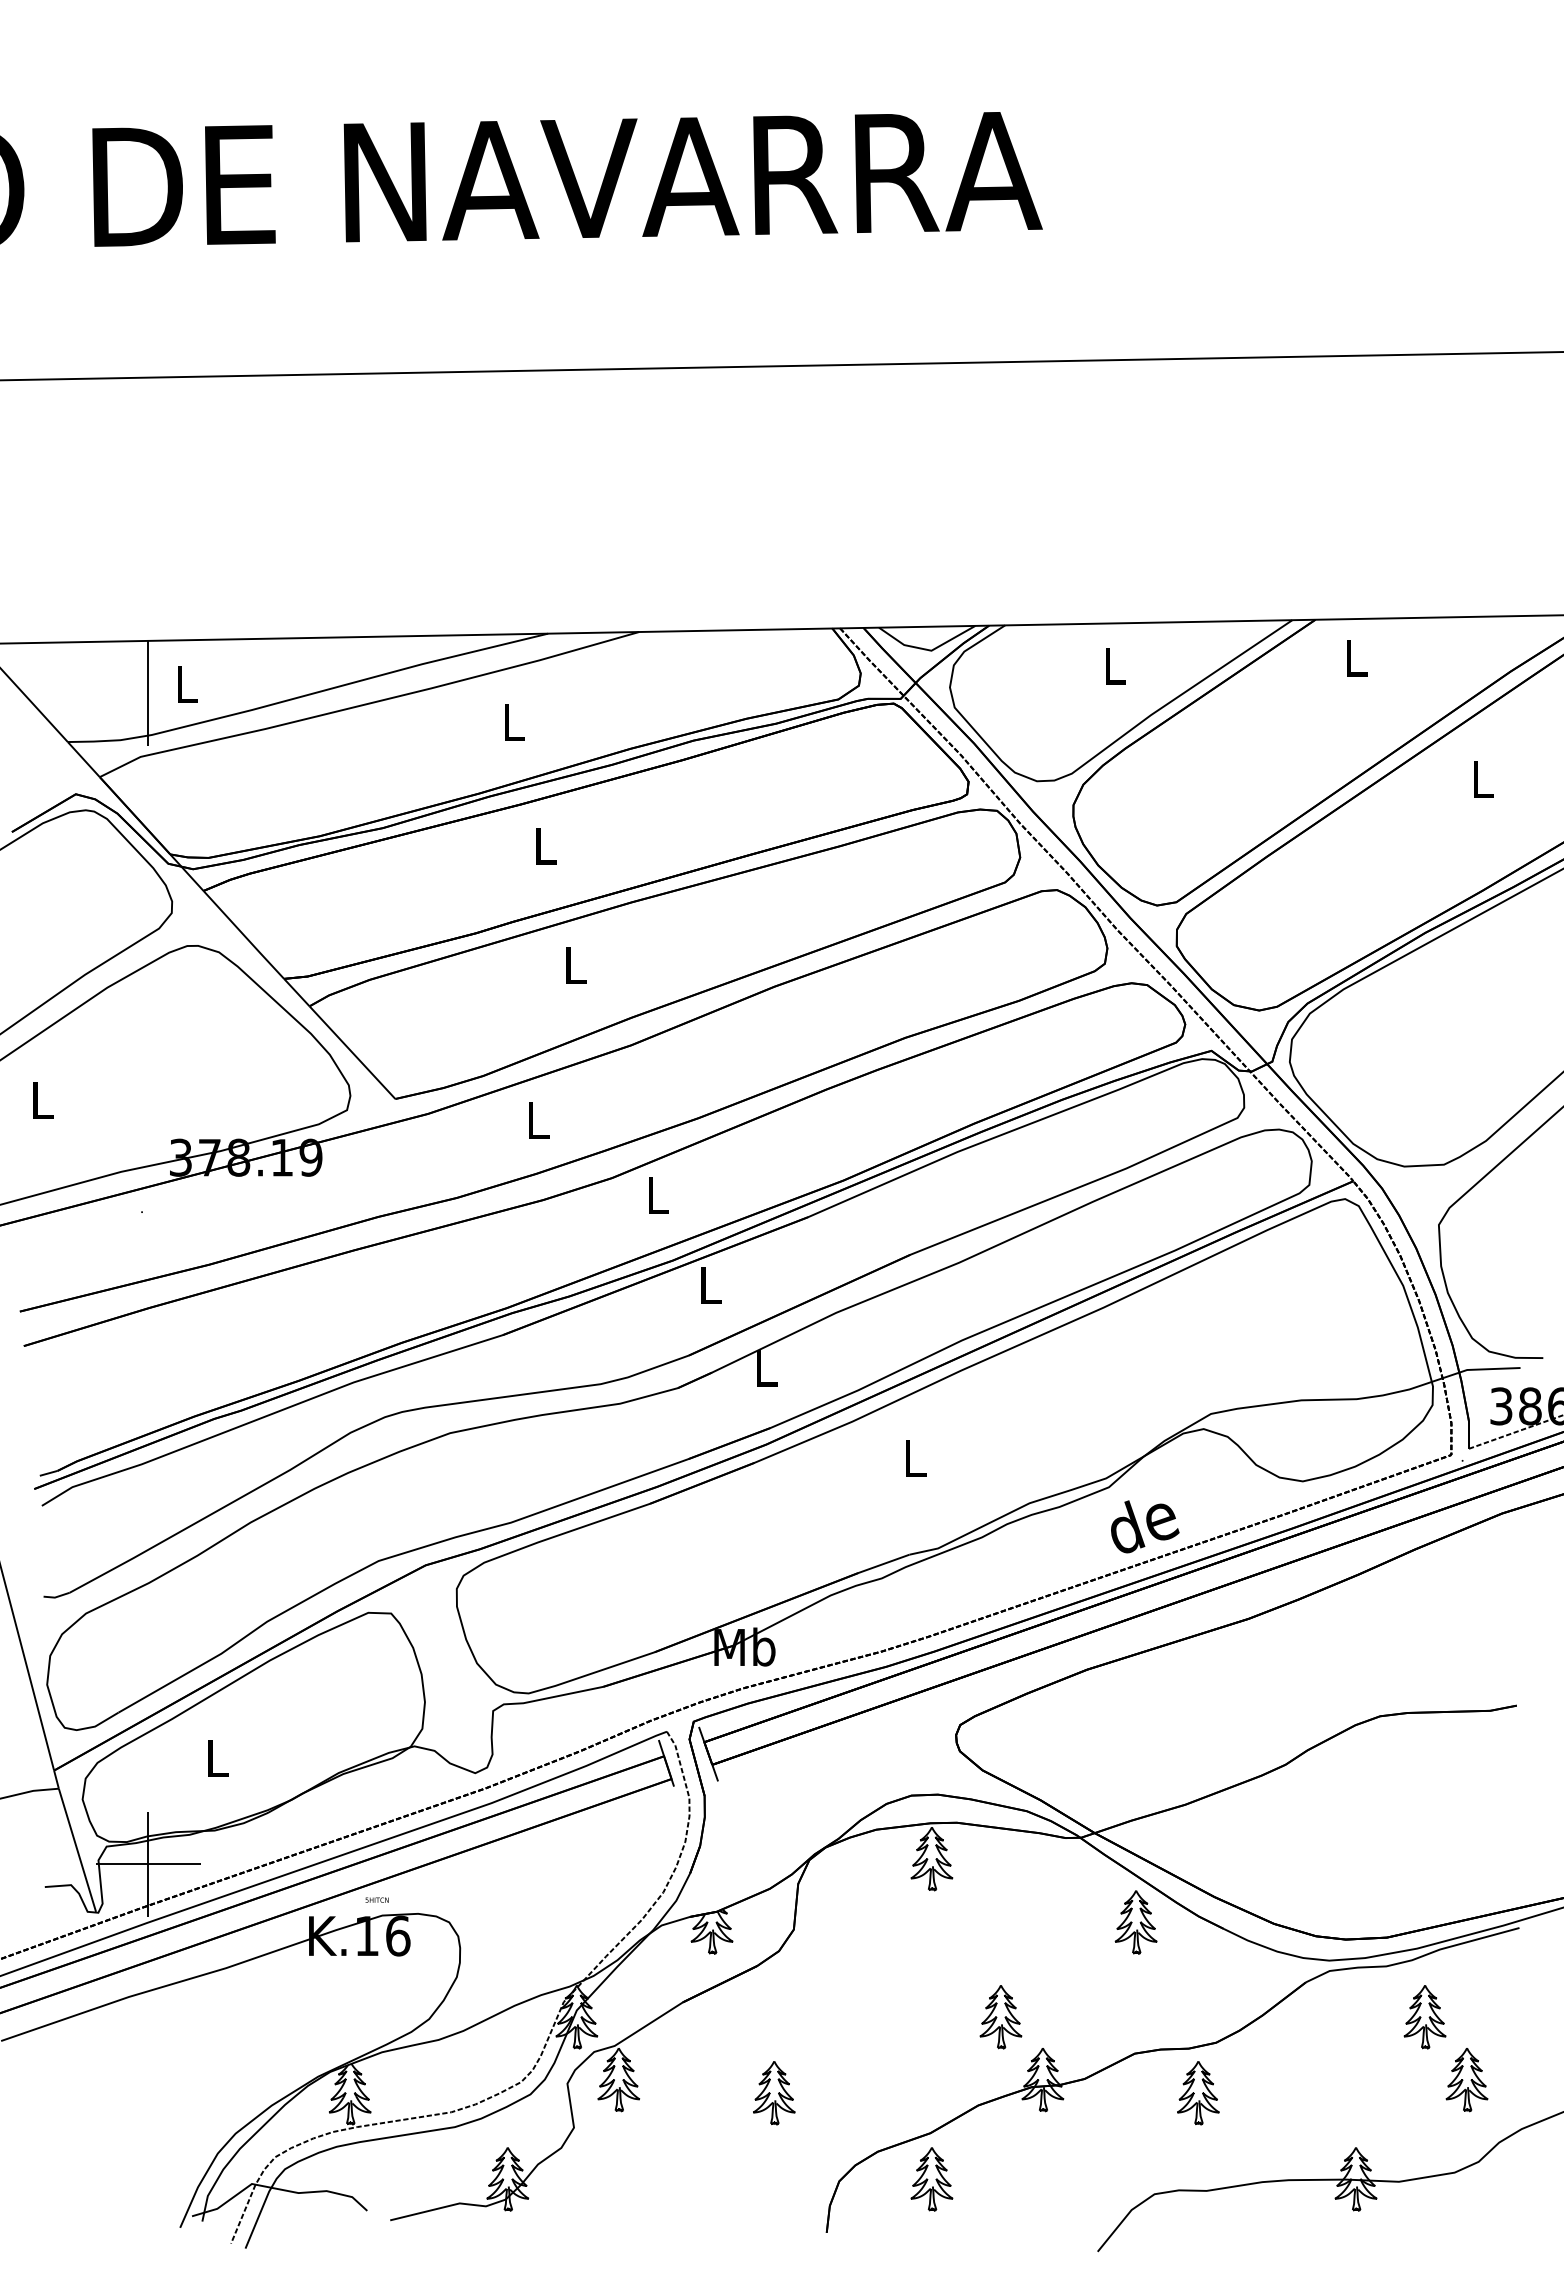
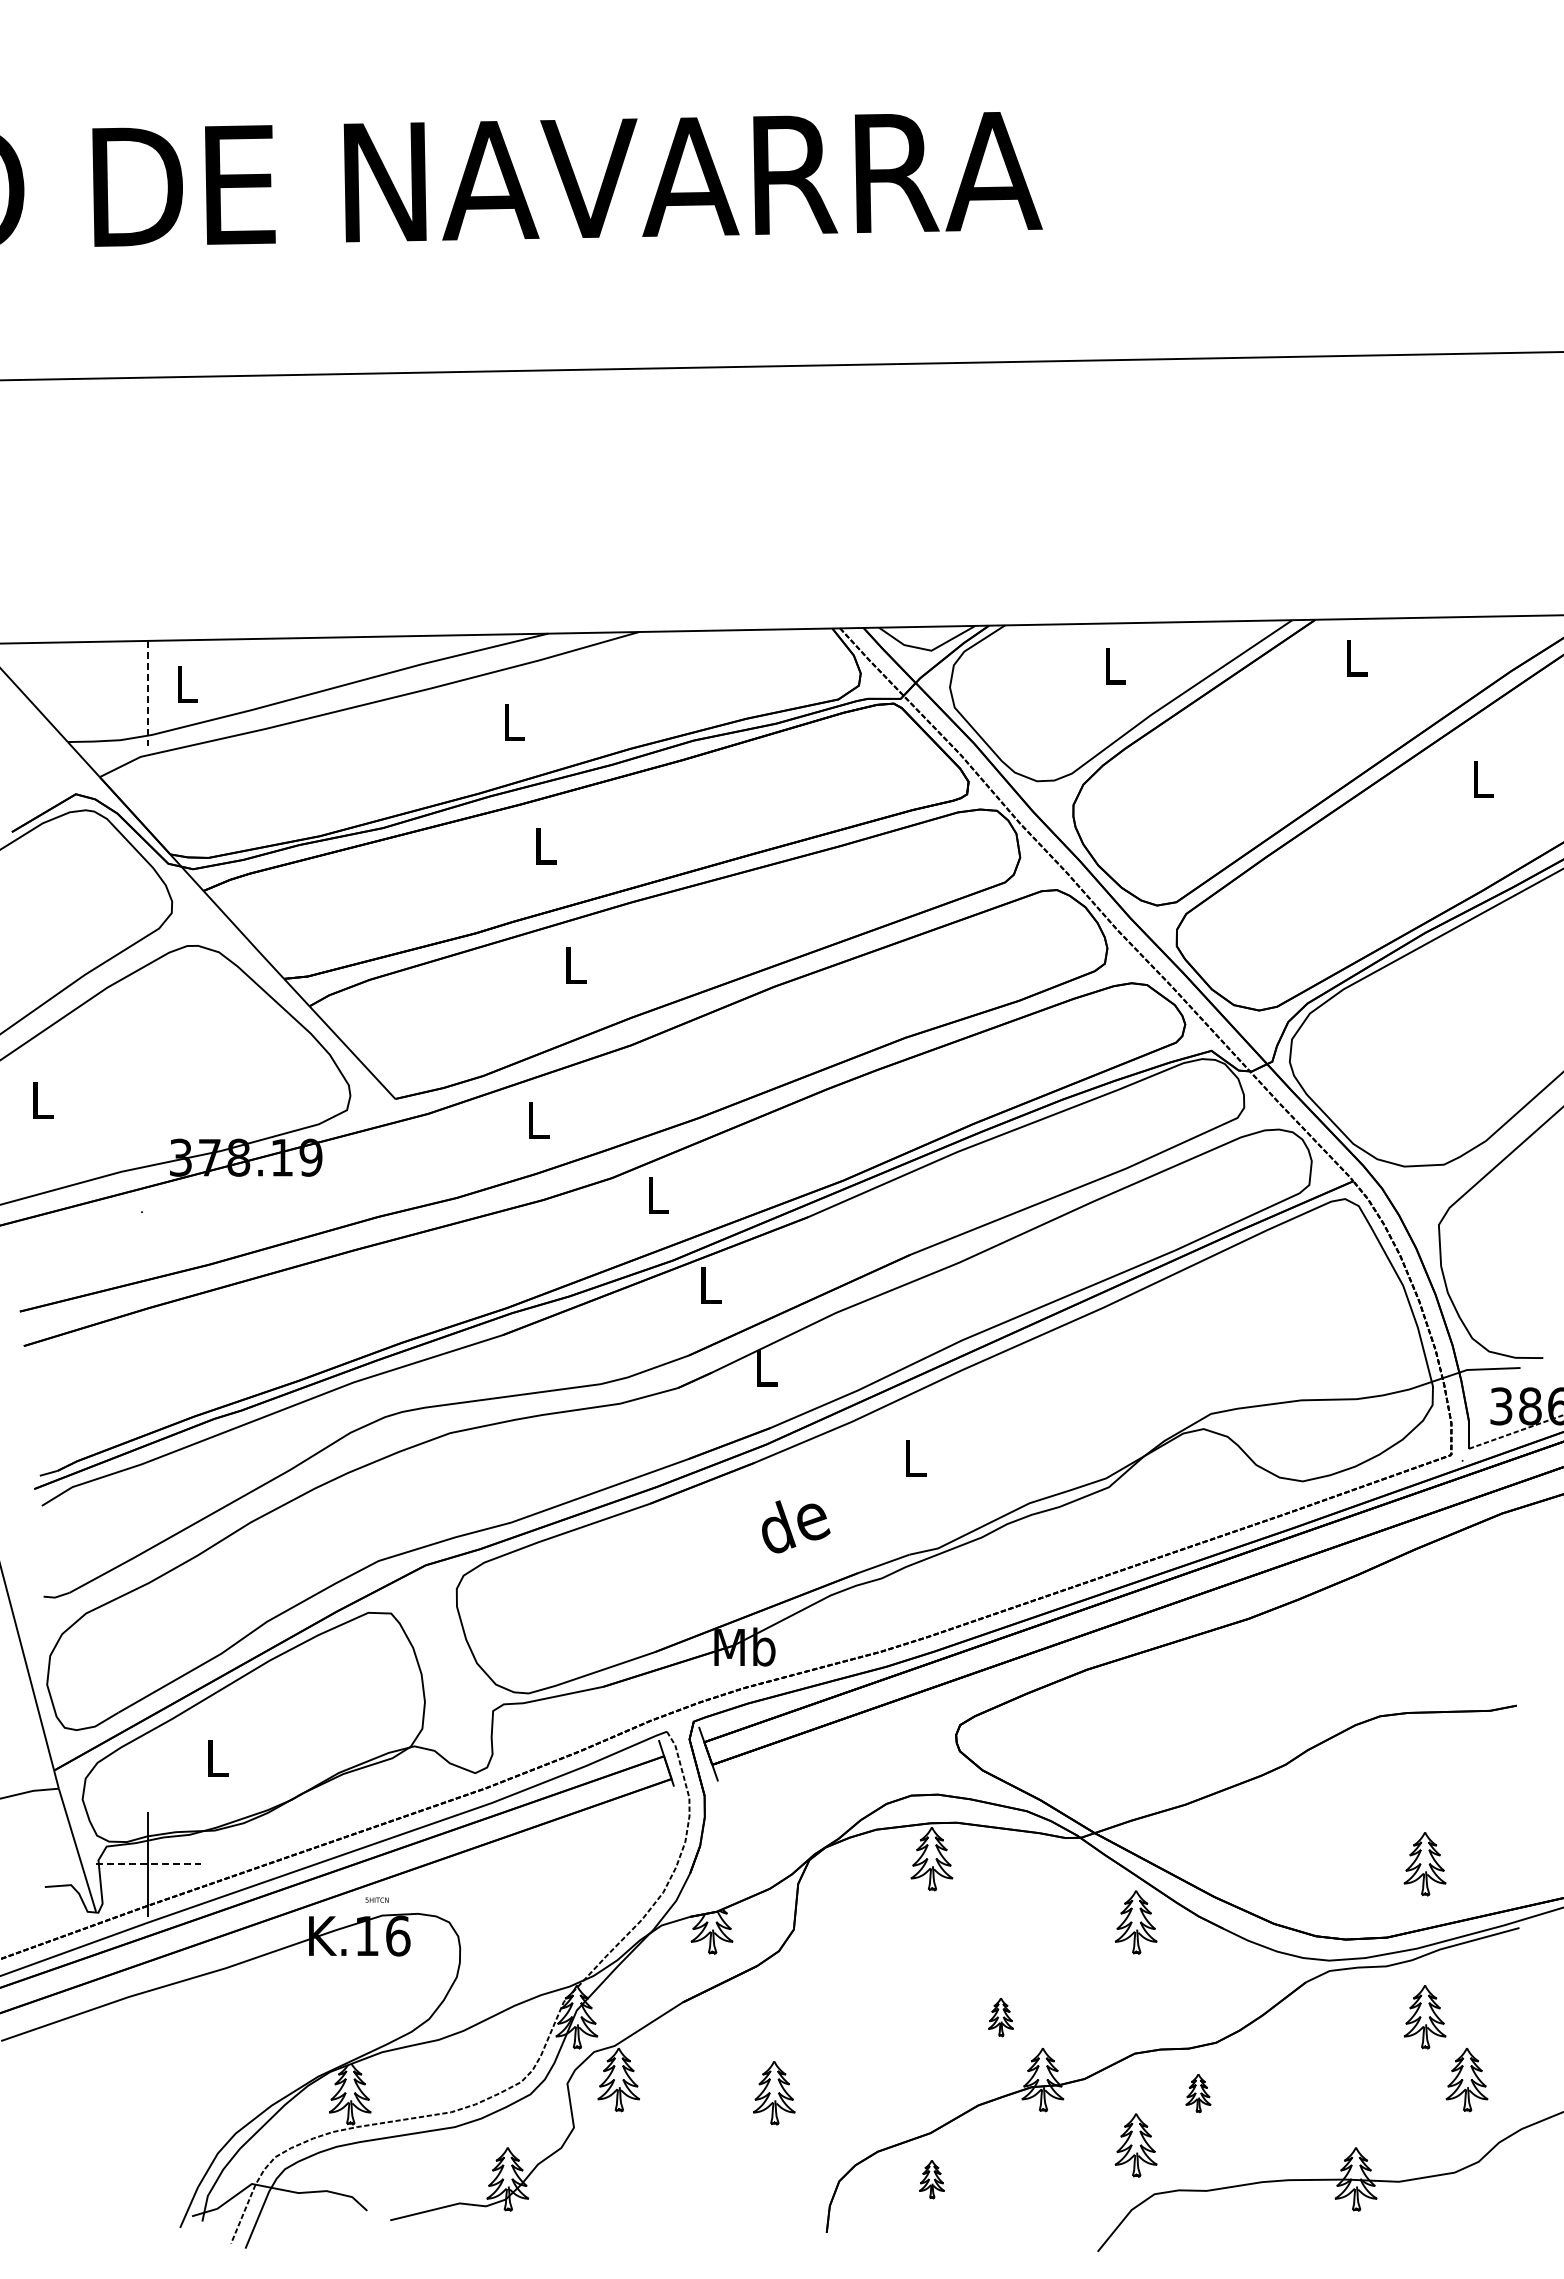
line at (148, 693): solid -> dashed
text at (1145, 1526) position: (1145, 1526) -> (796, 1526)
line at (148, 1864): solid -> dashed
part at (1424, 1864): none -> present
part at (1000, 2017) size: 44x65 px -> 26x40 px
part at (1198, 2093) size: 43x65 px -> 27x40 px
part at (1135, 2145): none -> present
part at (931, 2179) size: 44x65 px -> 26x40 px
